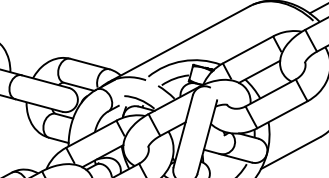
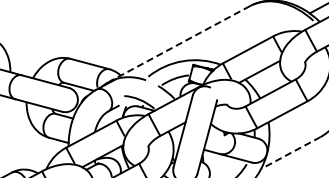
line at (178, 44): solid -> dashed
line at (290, 153): solid -> dashed
